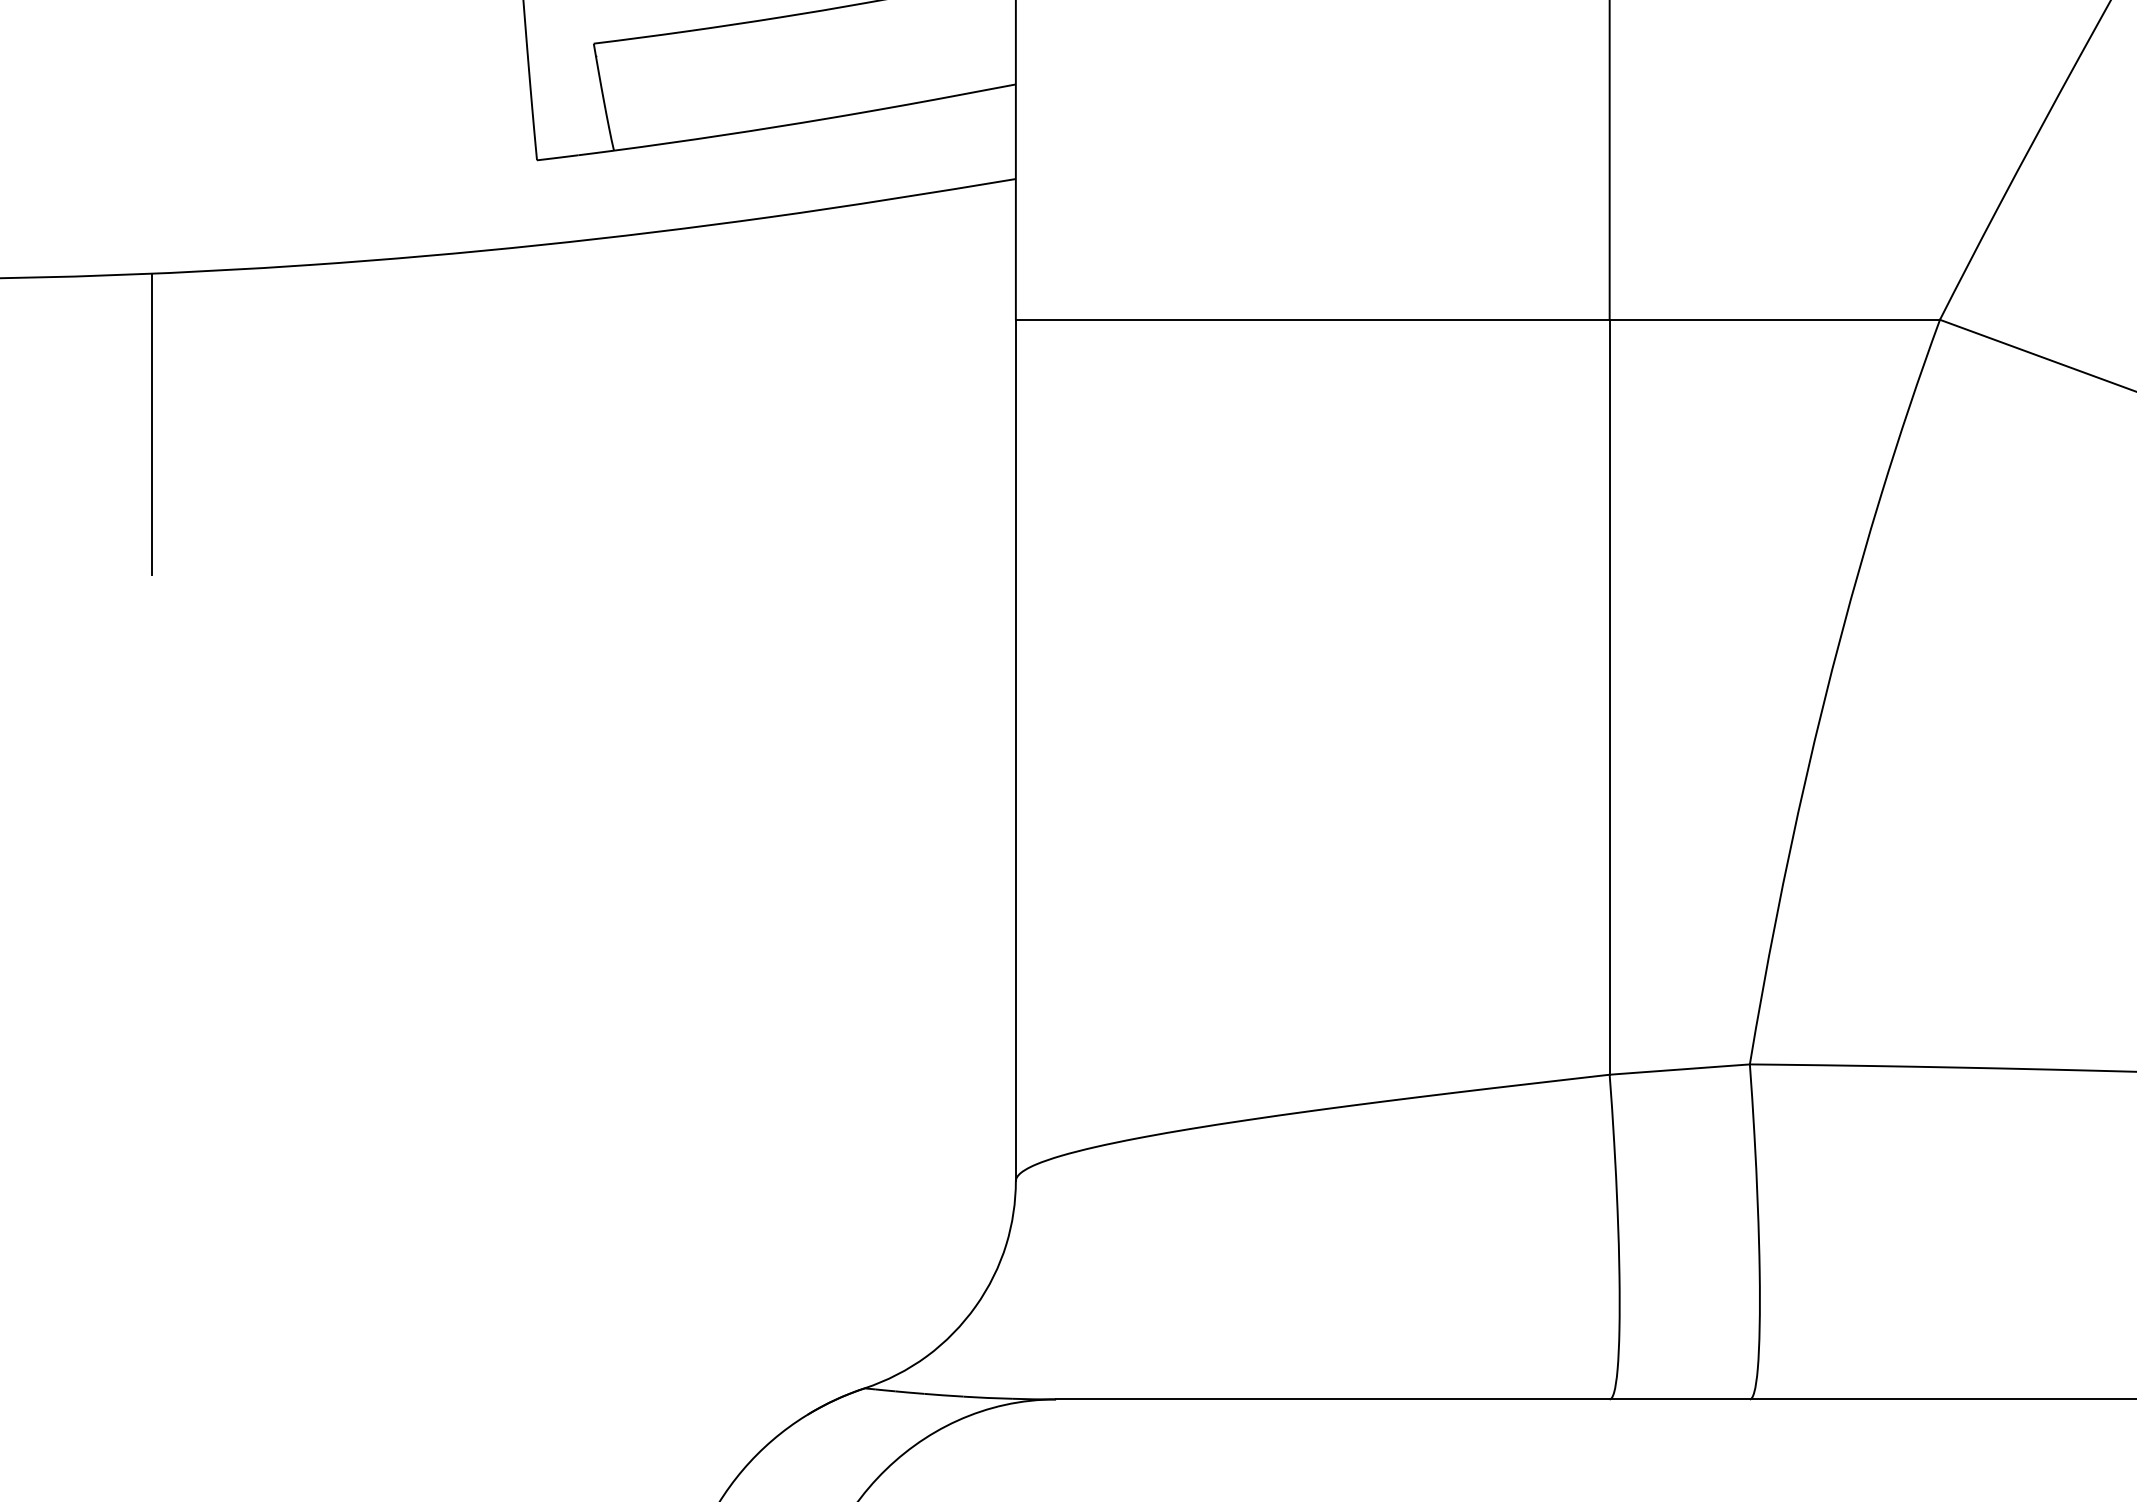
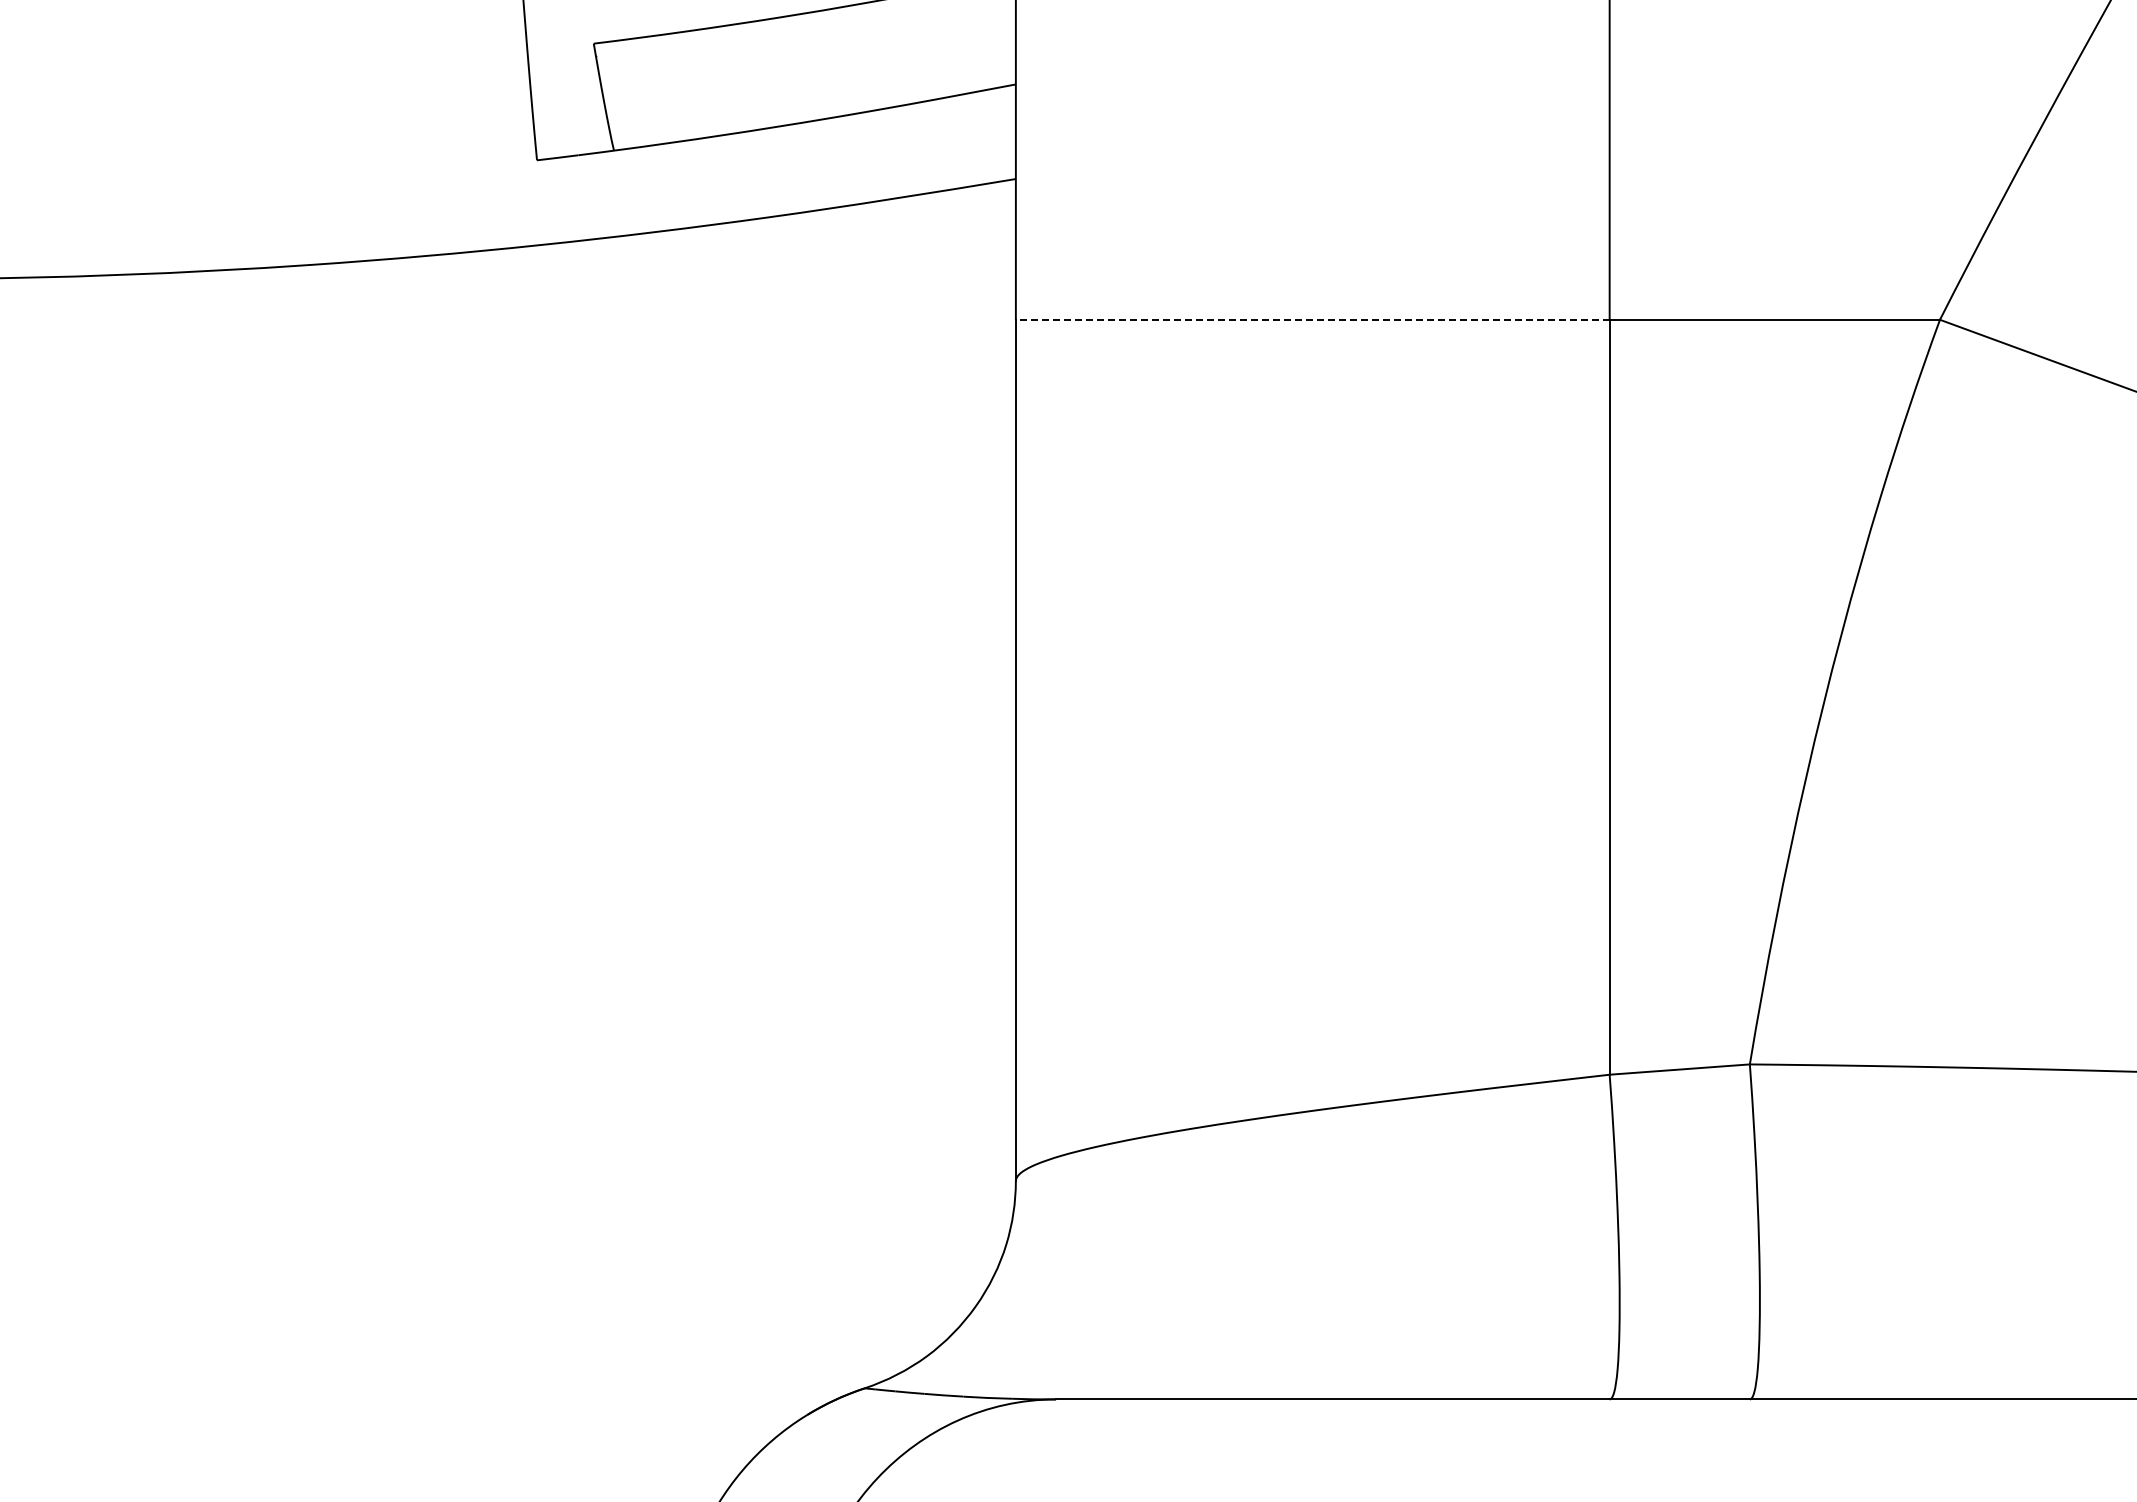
line at (1312, 319): solid -> dashed
line at (152, 423): present -> none
